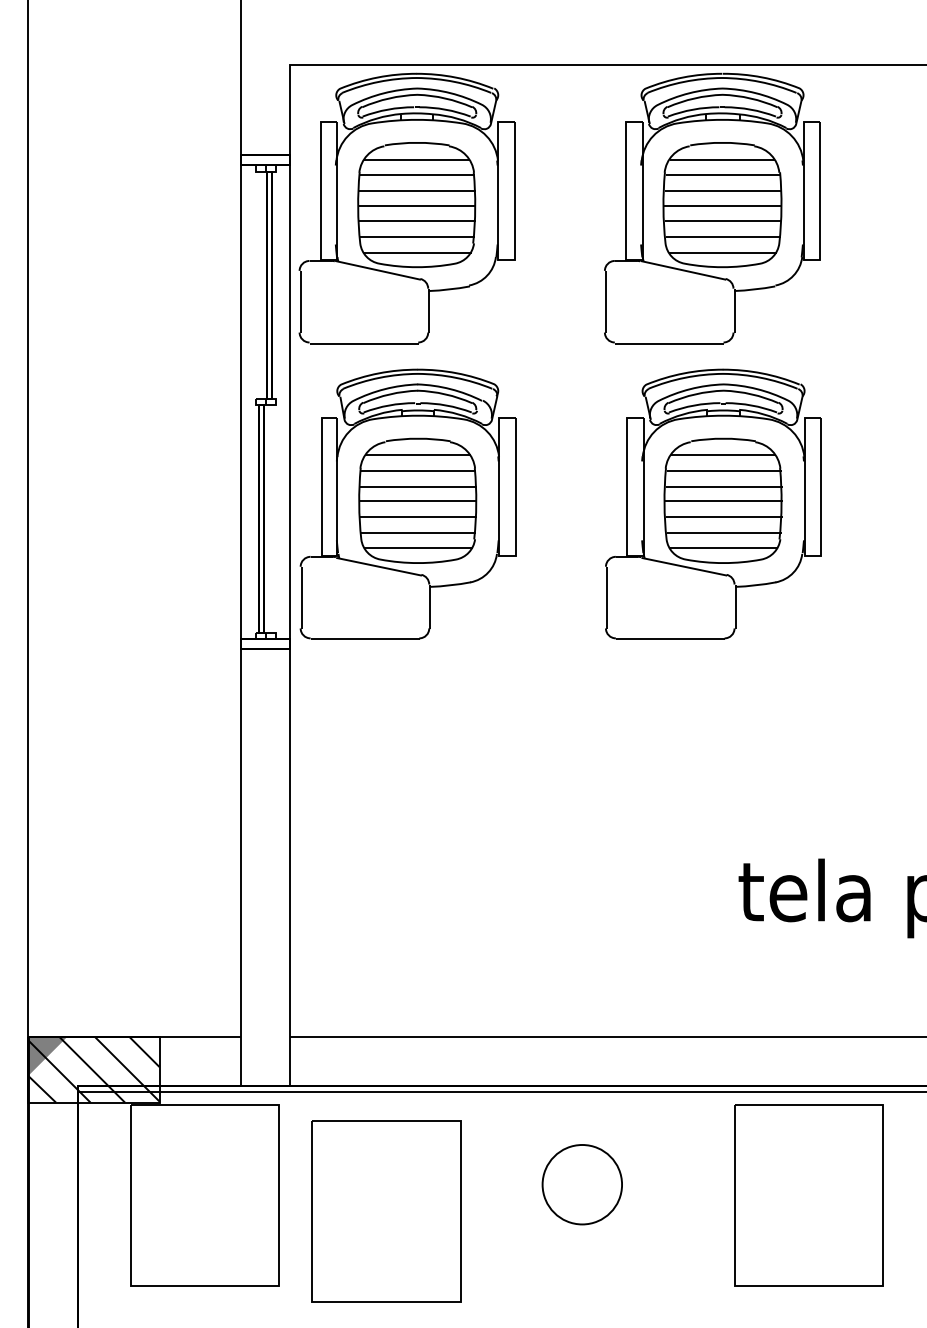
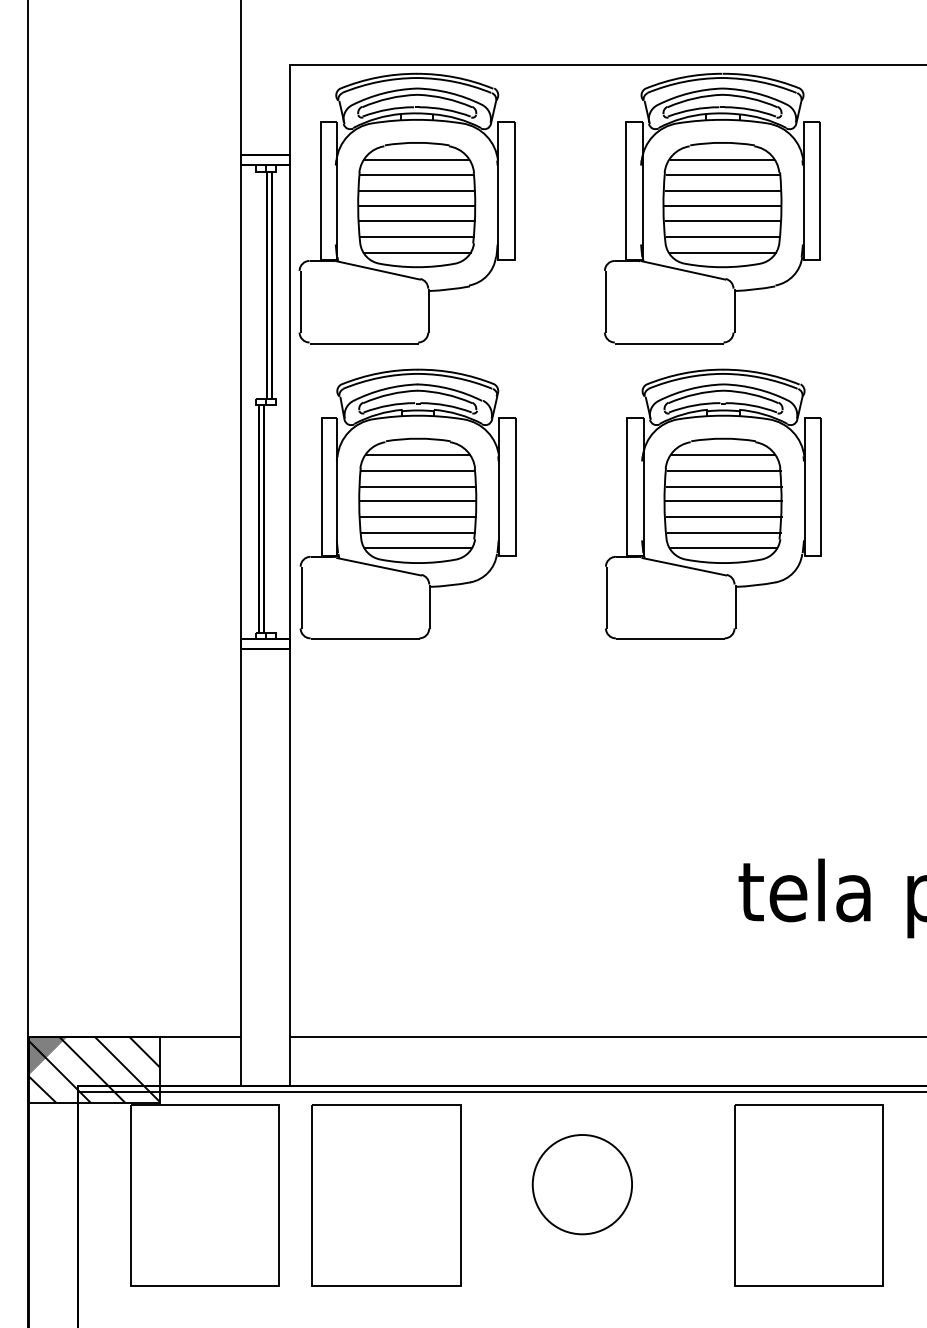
circle at (581, 1184) size: 82x82 px -> 102x102 px
part at (386, 1211) position: (386, 1211) -> (386, 1195)
